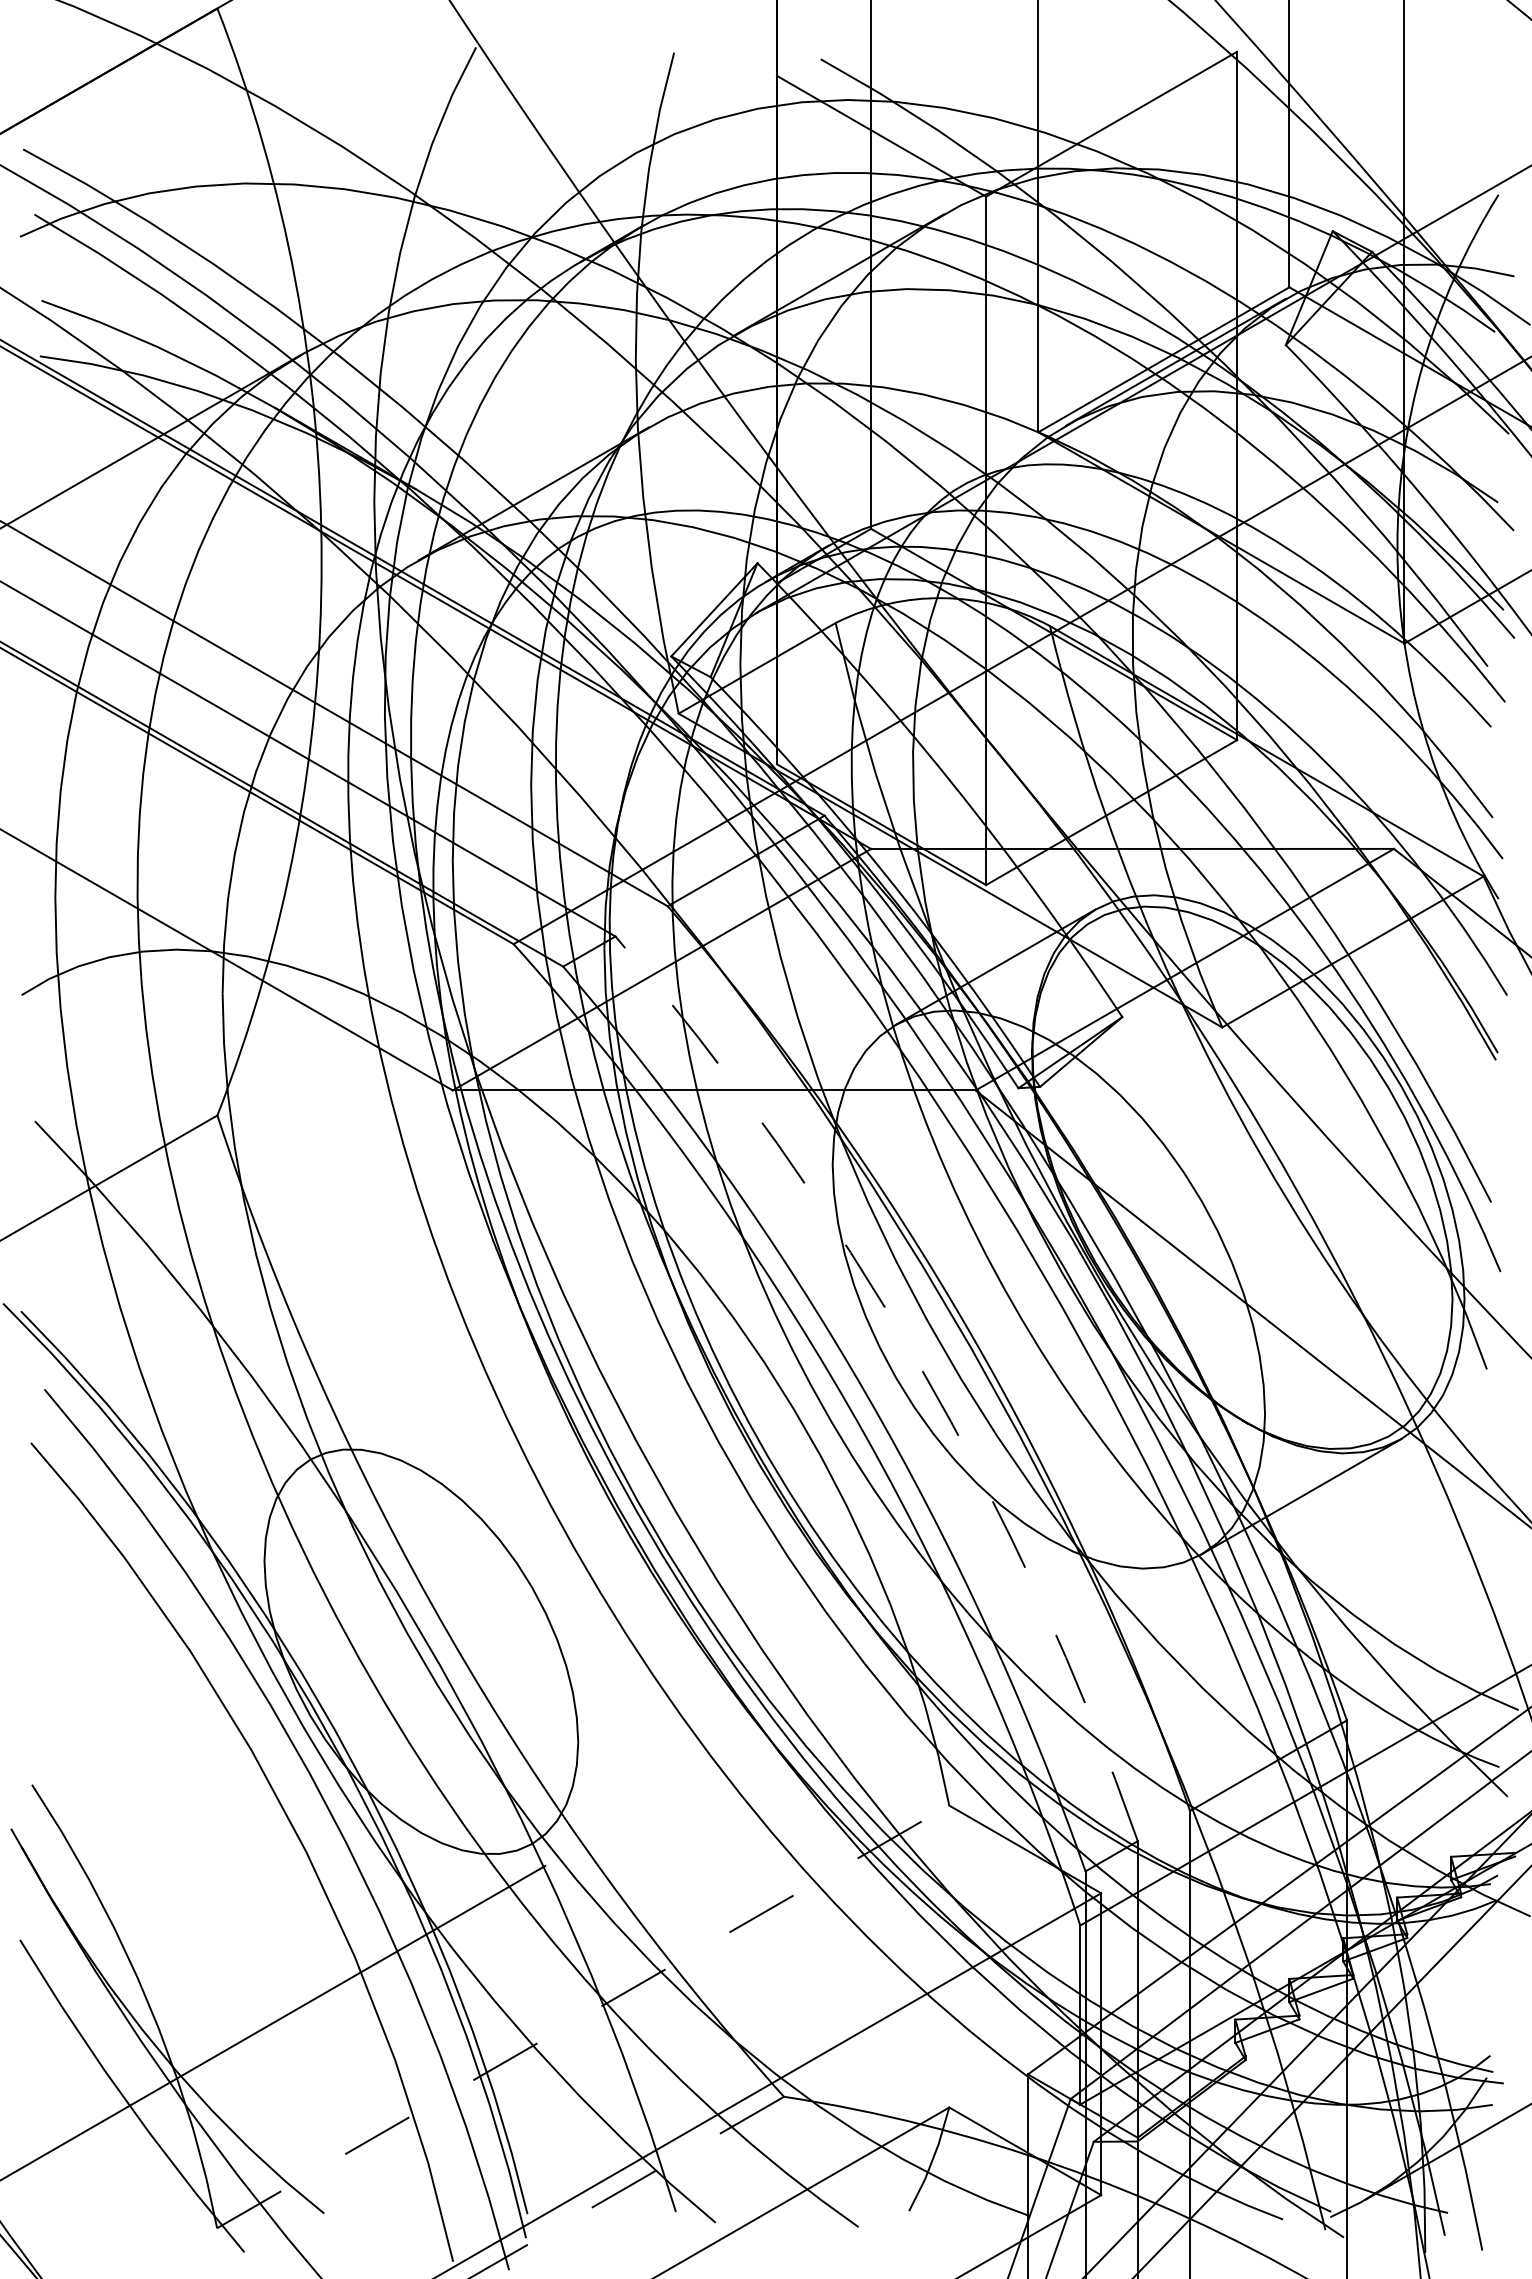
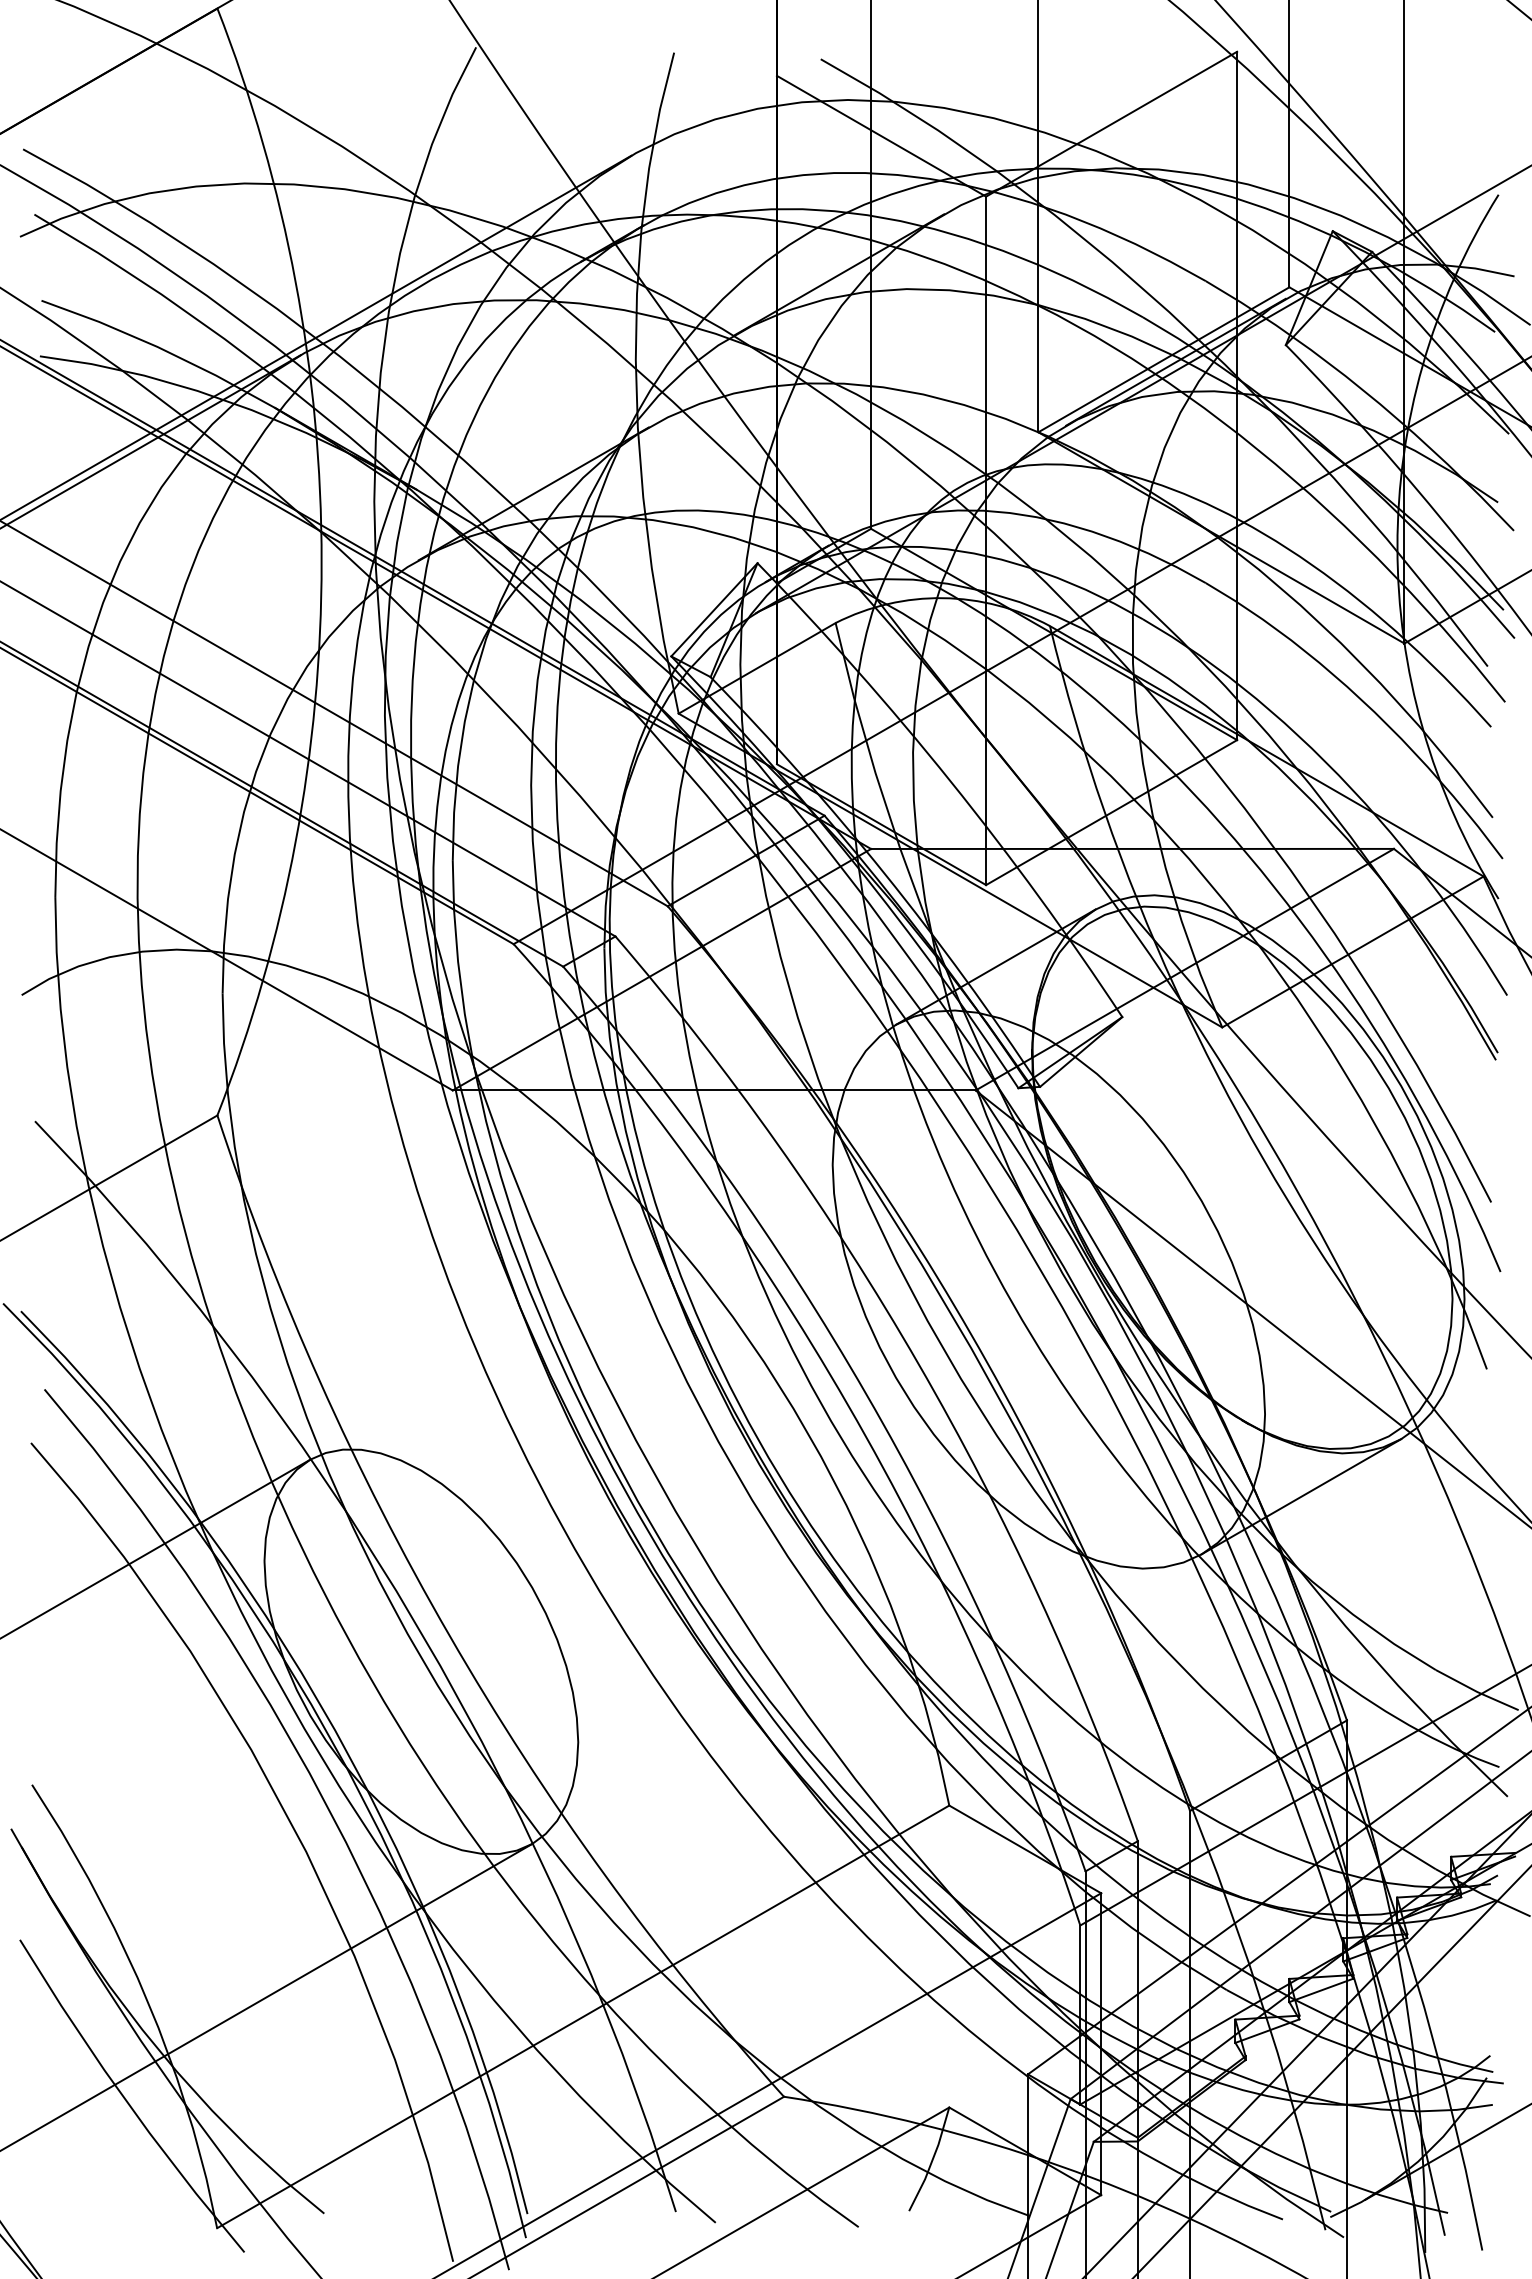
line at (316, 336): none -> present
arc at (918, 1364): dashed -> solid
line at (156, 1548): none -> present
line at (583, 2016): dashed -> solid
line at (273, 2022) position: (273, 2022) -> (267, 1996)
line at (626, 2187): dashed -> solid
